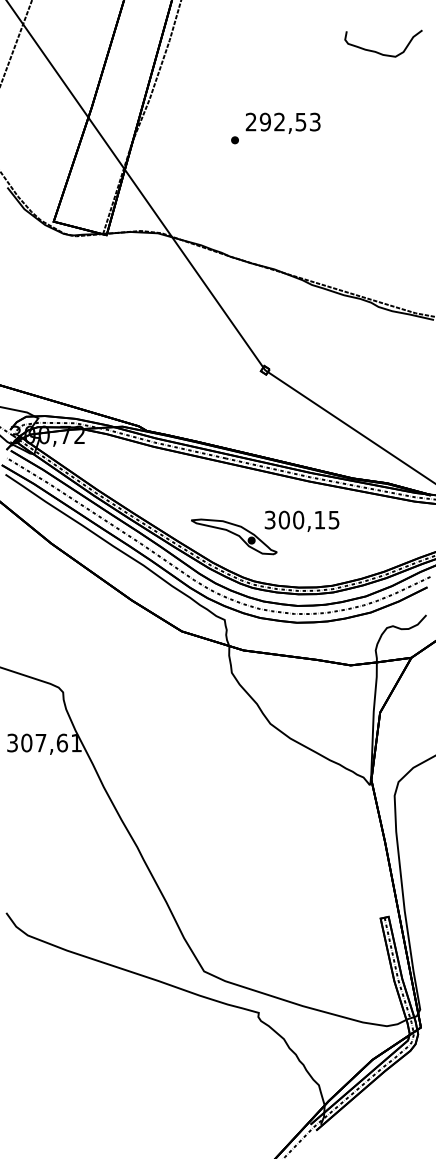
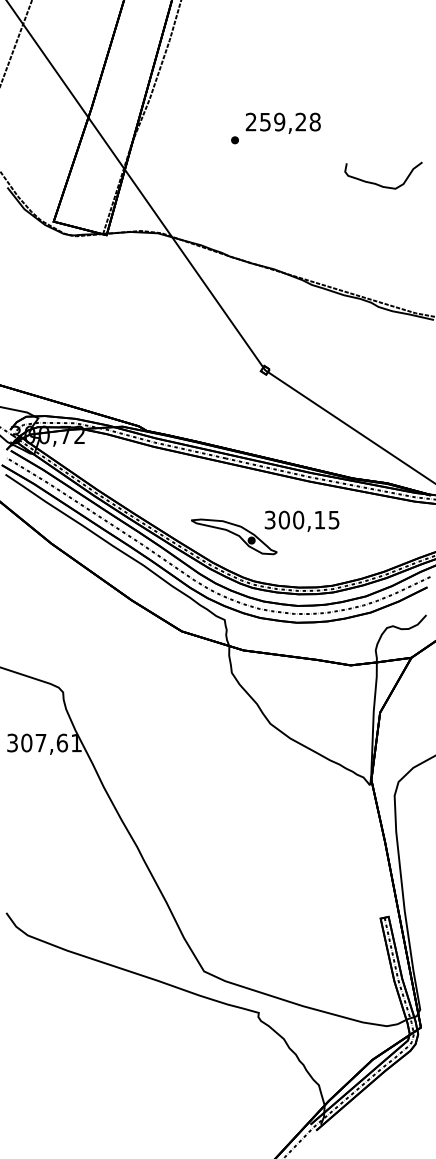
curve at (380, 52) position: (380, 52) -> (380, 184)
text at (289, 121): 292,53 -> 259,28
